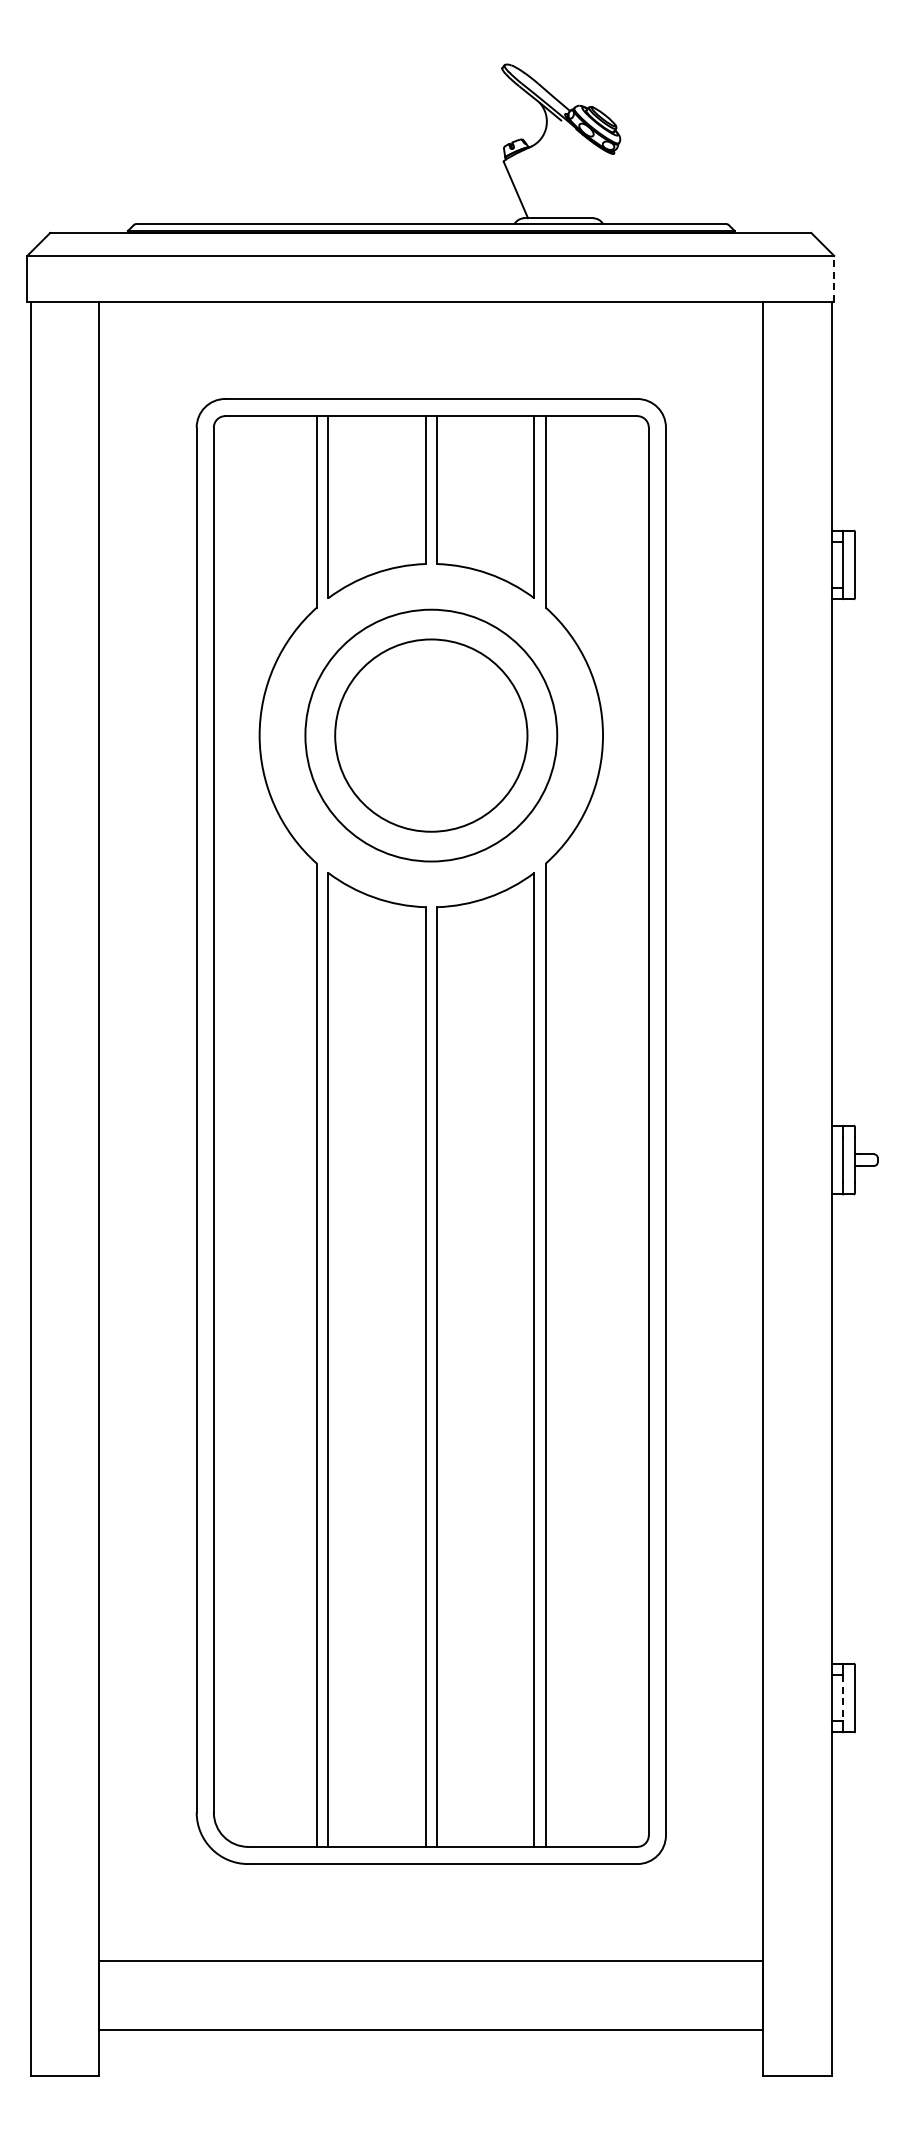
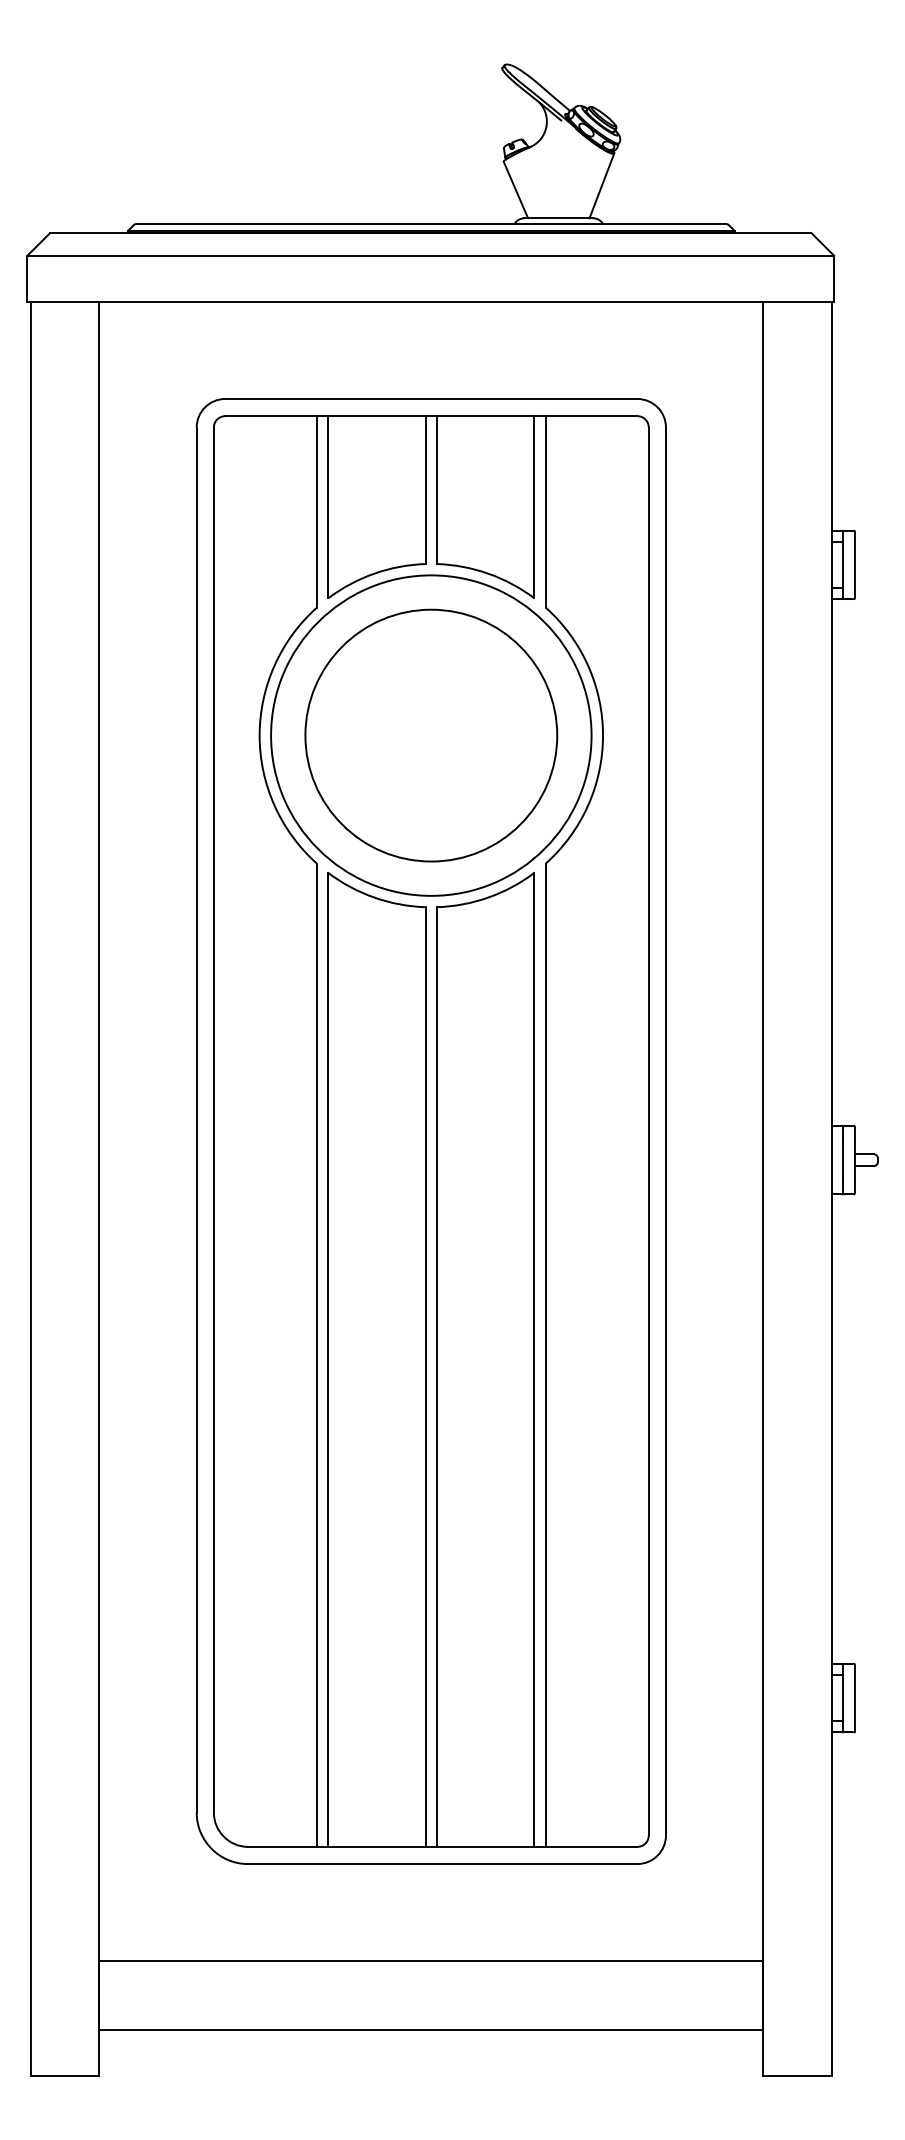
line at (601, 185): none -> present
line at (834, 278): dashed -> solid
circle at (431, 735) diameter: 192 px -> 320 px
line at (843, 1698): dashed -> solid
